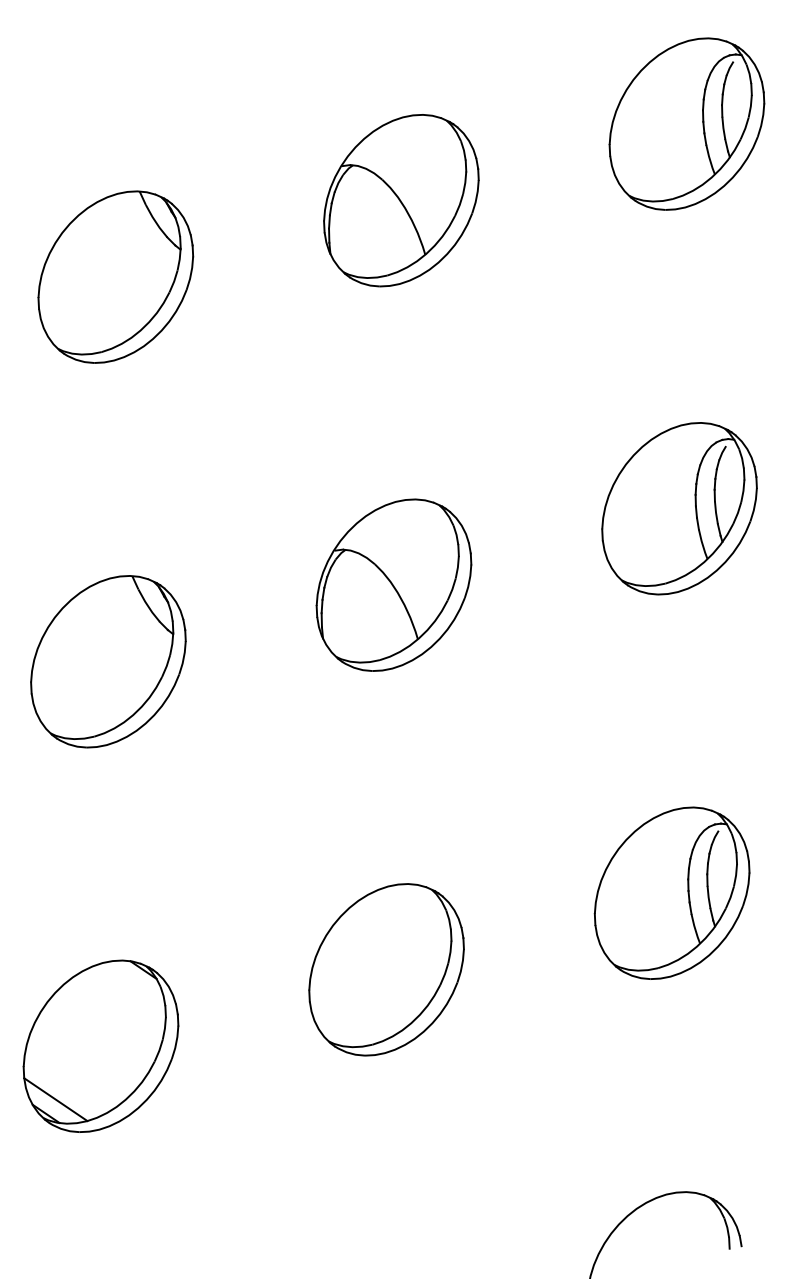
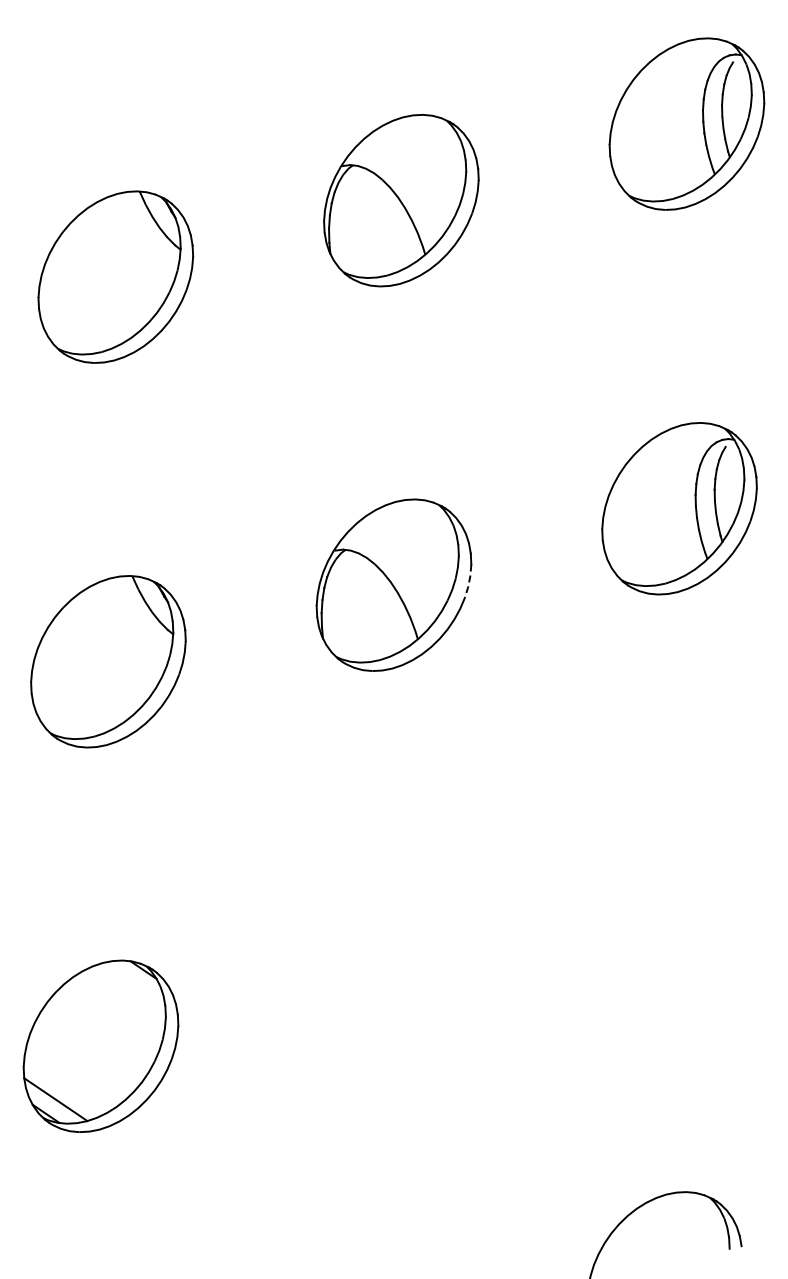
line at (469, 581): solid -> dashed
part at (671, 892): present -> none
part at (386, 969): present -> none
